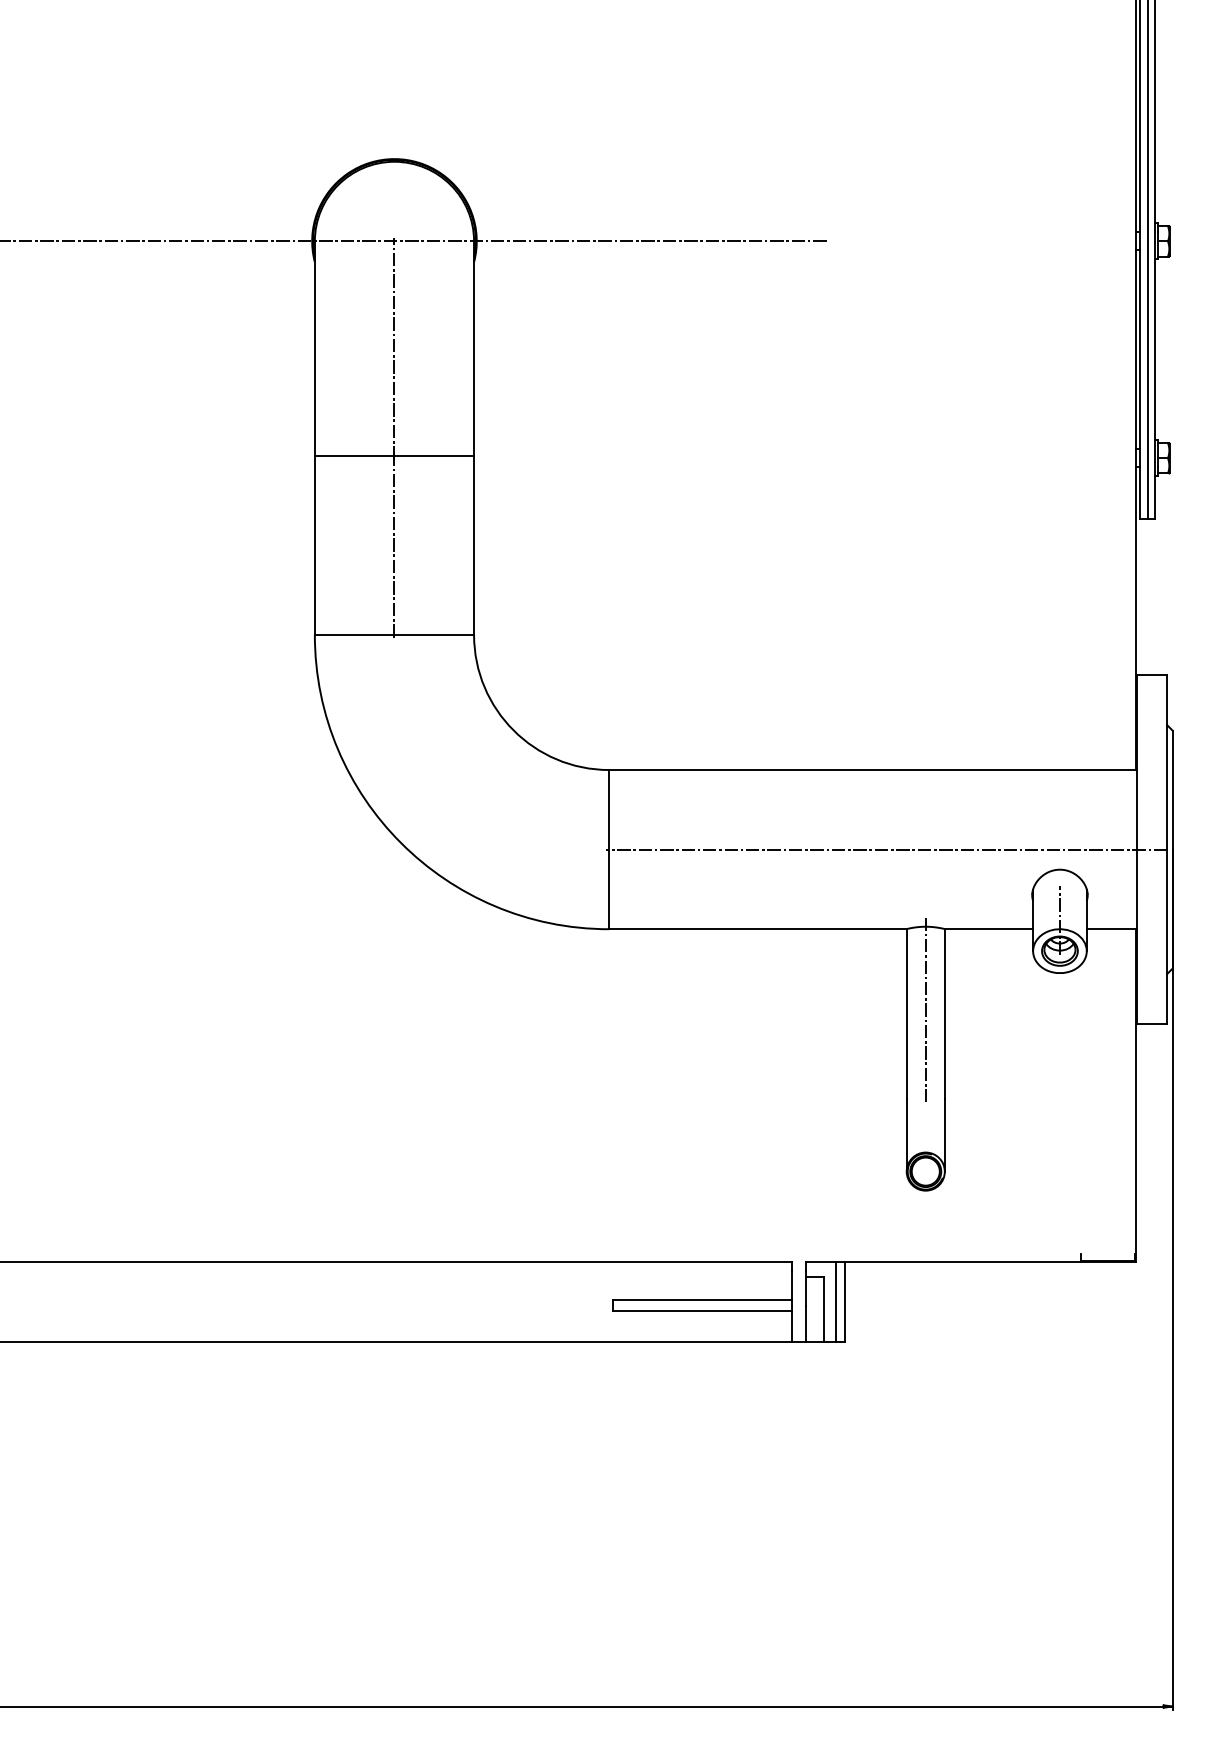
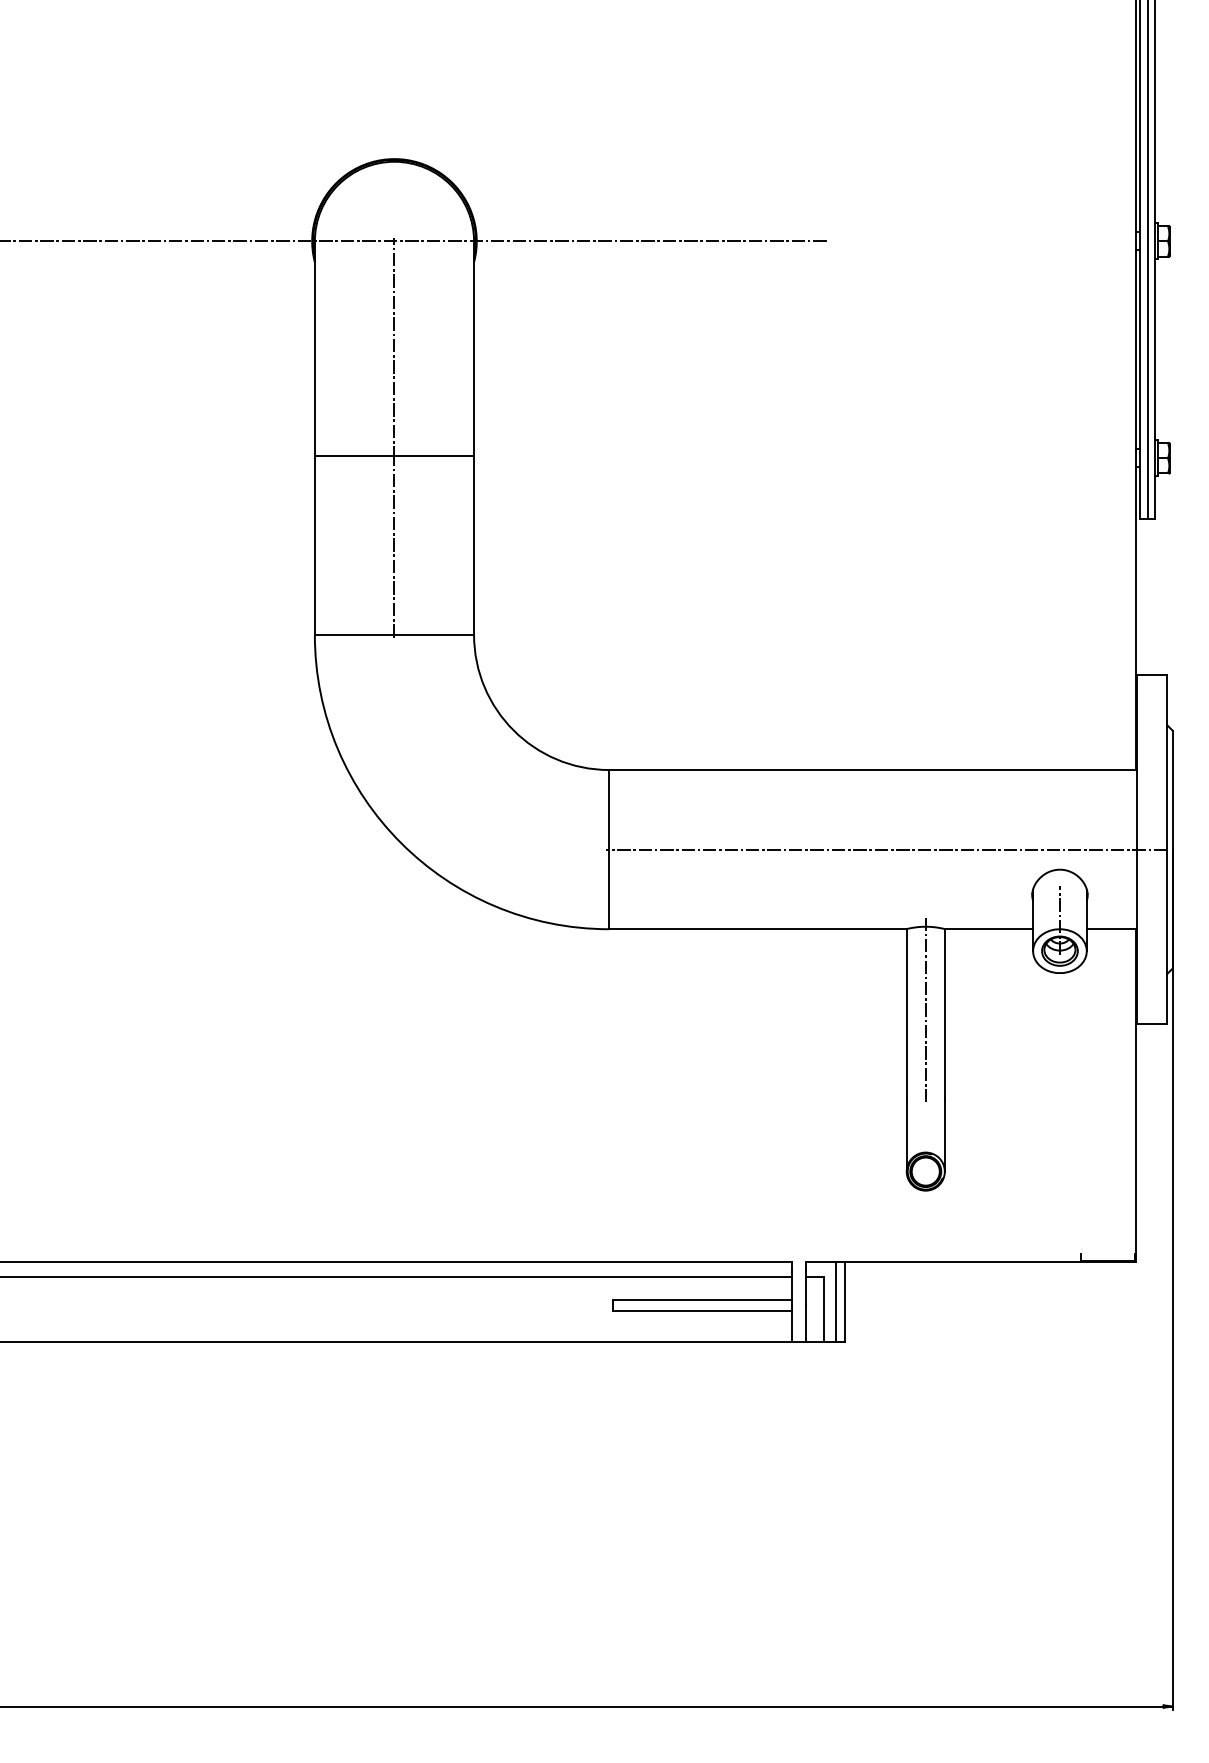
line at (396, 1277): none -> present
